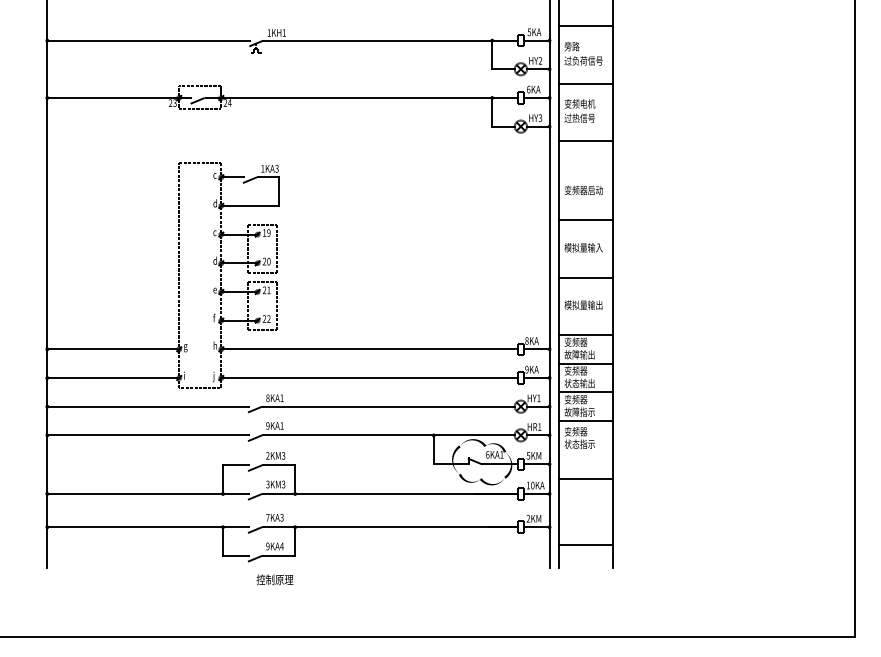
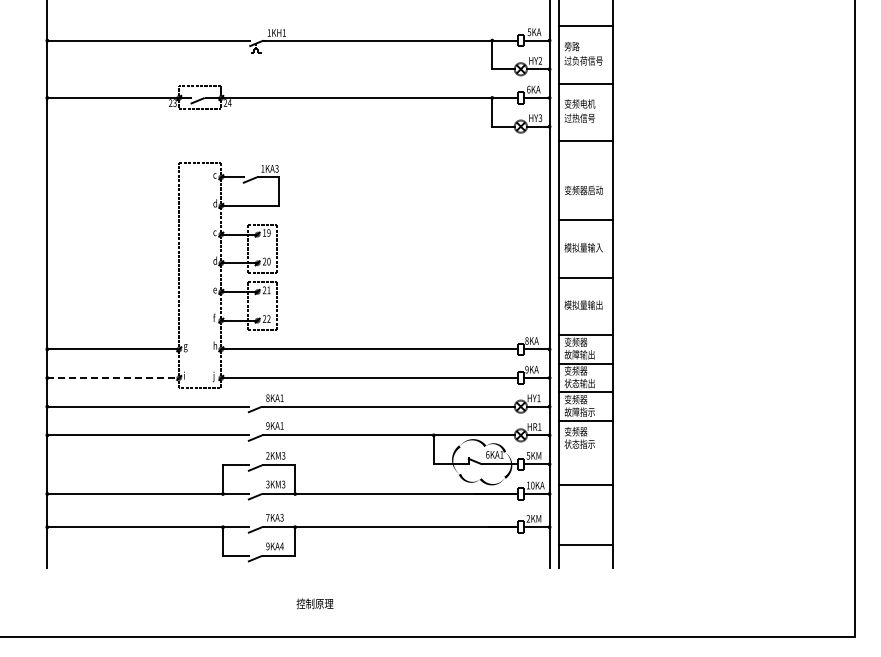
line at (112, 378): solid -> dashed
line at (585, 479) position: (585, 479) -> (585, 485)
text at (274, 579) position: (274, 579) -> (314, 603)
